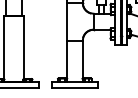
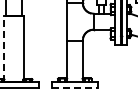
line at (3, 49): solid -> dashed
line at (75, 87): solid -> dashed
